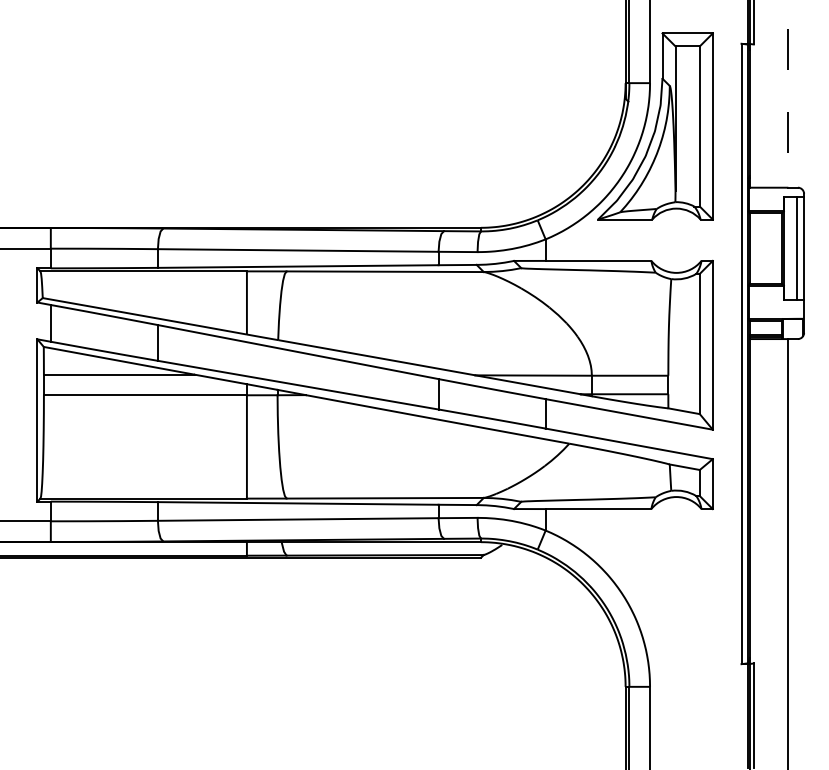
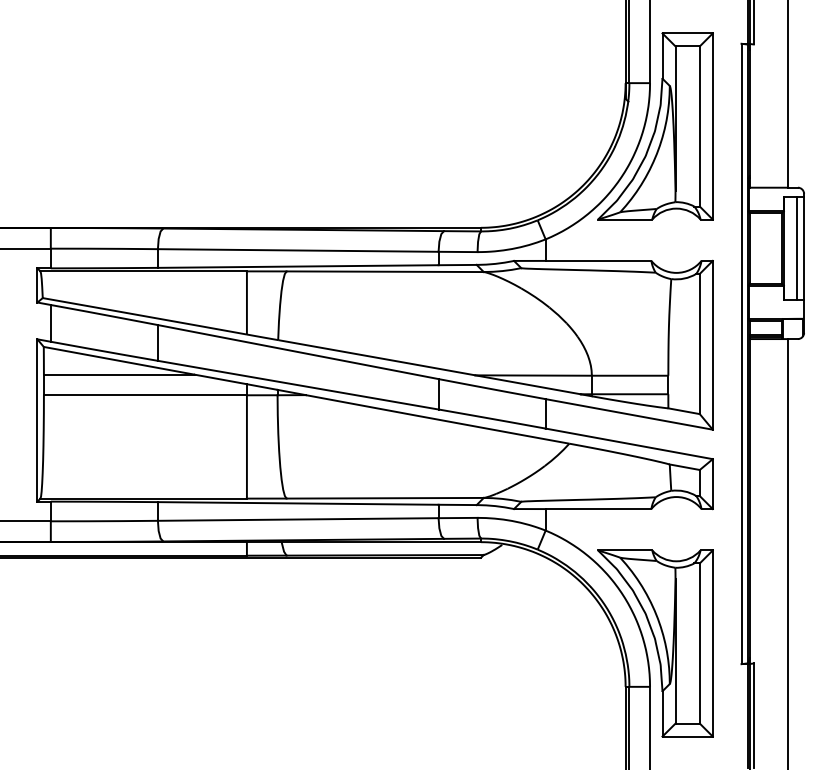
line at (788, 94): dashed -> solid
part at (655, 643): none -> present
